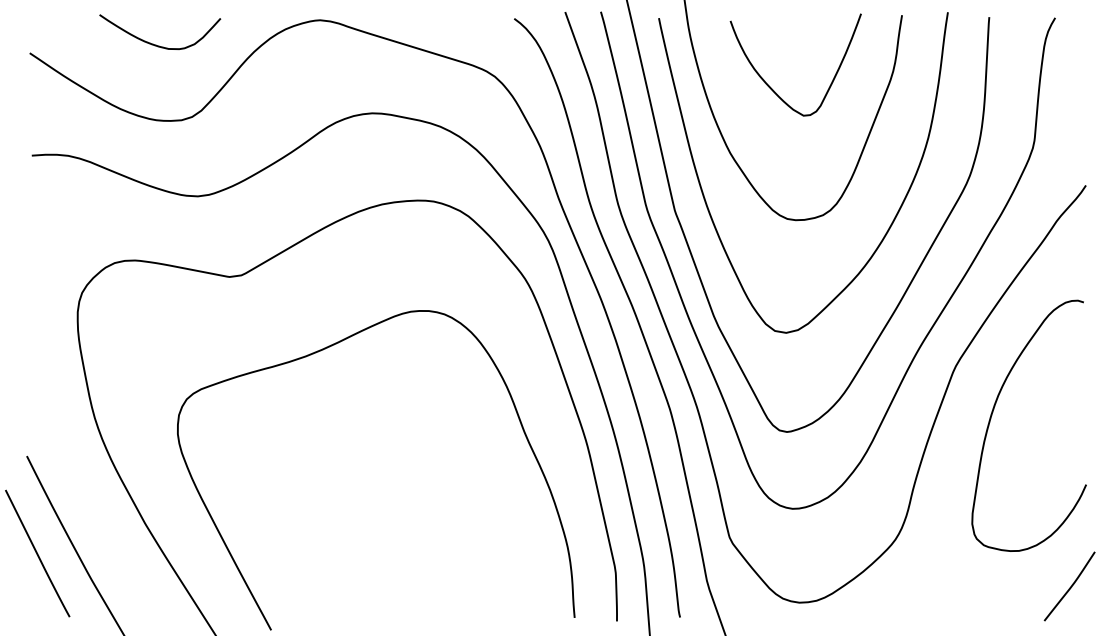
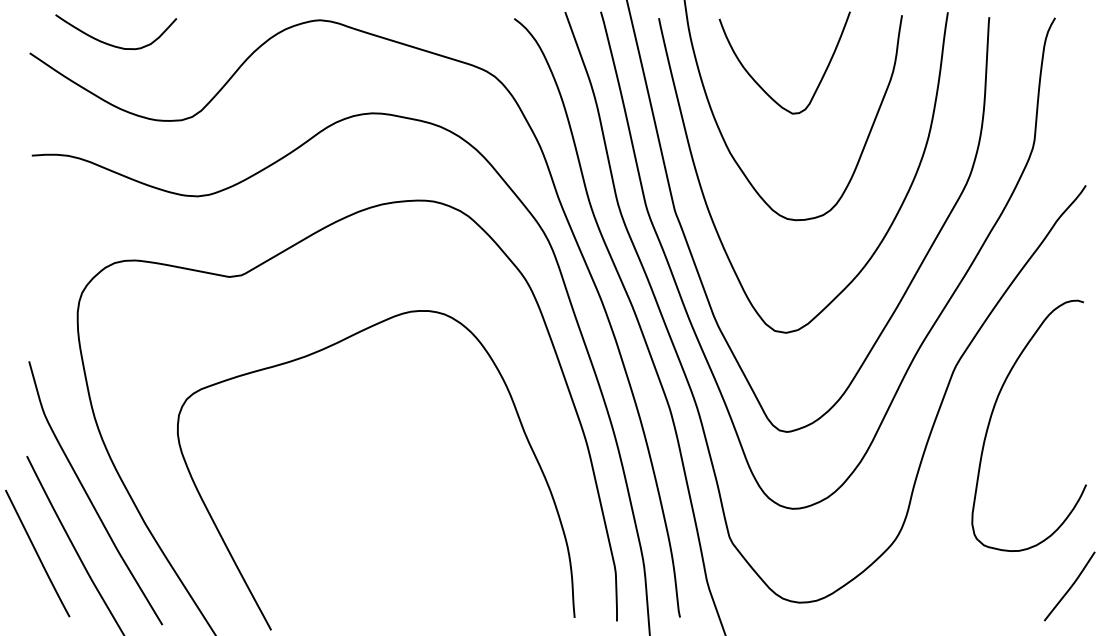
curve at (156, 44) position: (156, 44) -> (112, 44)
curve at (771, 87) position: (771, 87) -> (760, 85)
curve at (89, 496): none -> present
